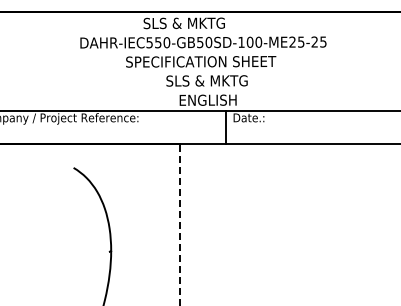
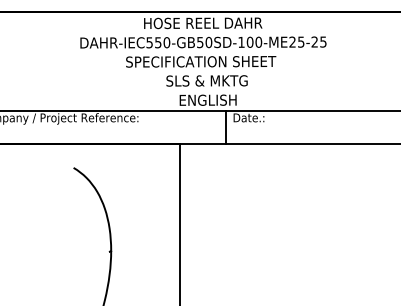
text at (202, 23): SLS & MKTG -> HOSE REEL DAHR
line at (180, 225): dashed -> solid
